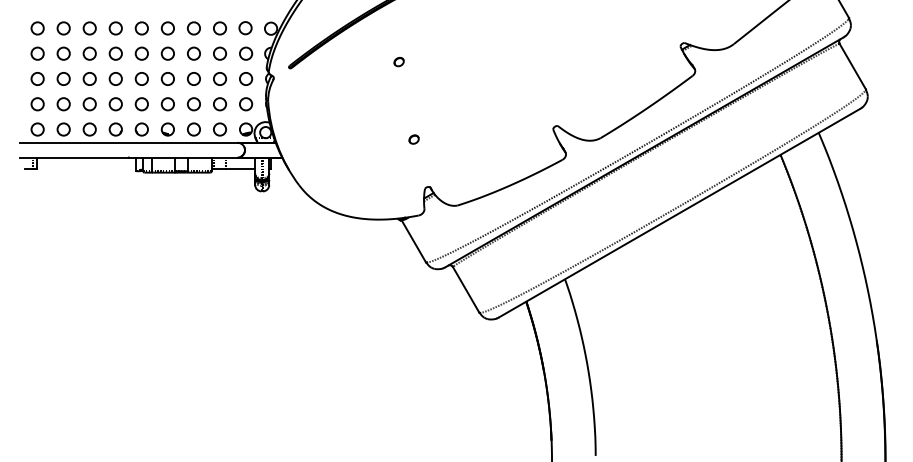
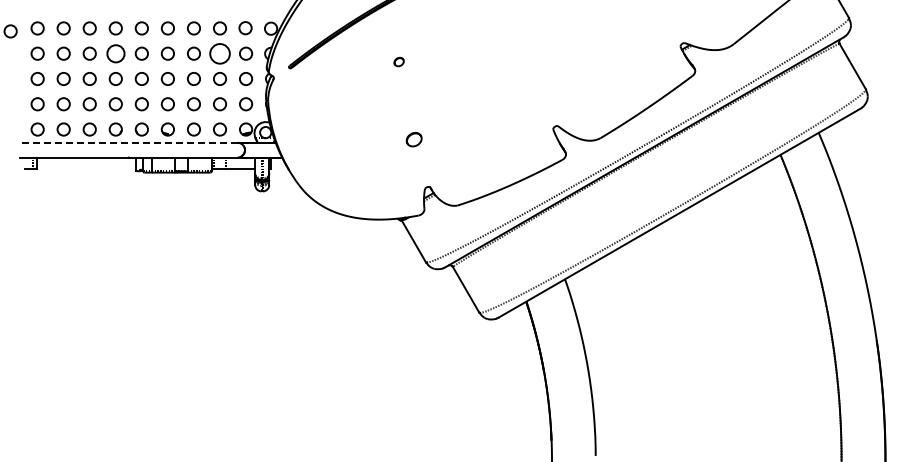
circle at (10, 31): none -> present
circle at (115, 53) size: 15x15 px -> 20x20 px
circle at (219, 53) size: 14x15 px -> 22x22 px
part at (413, 139) size: 12x11 px -> 18x16 px
line at (128, 142): solid -> dashed
